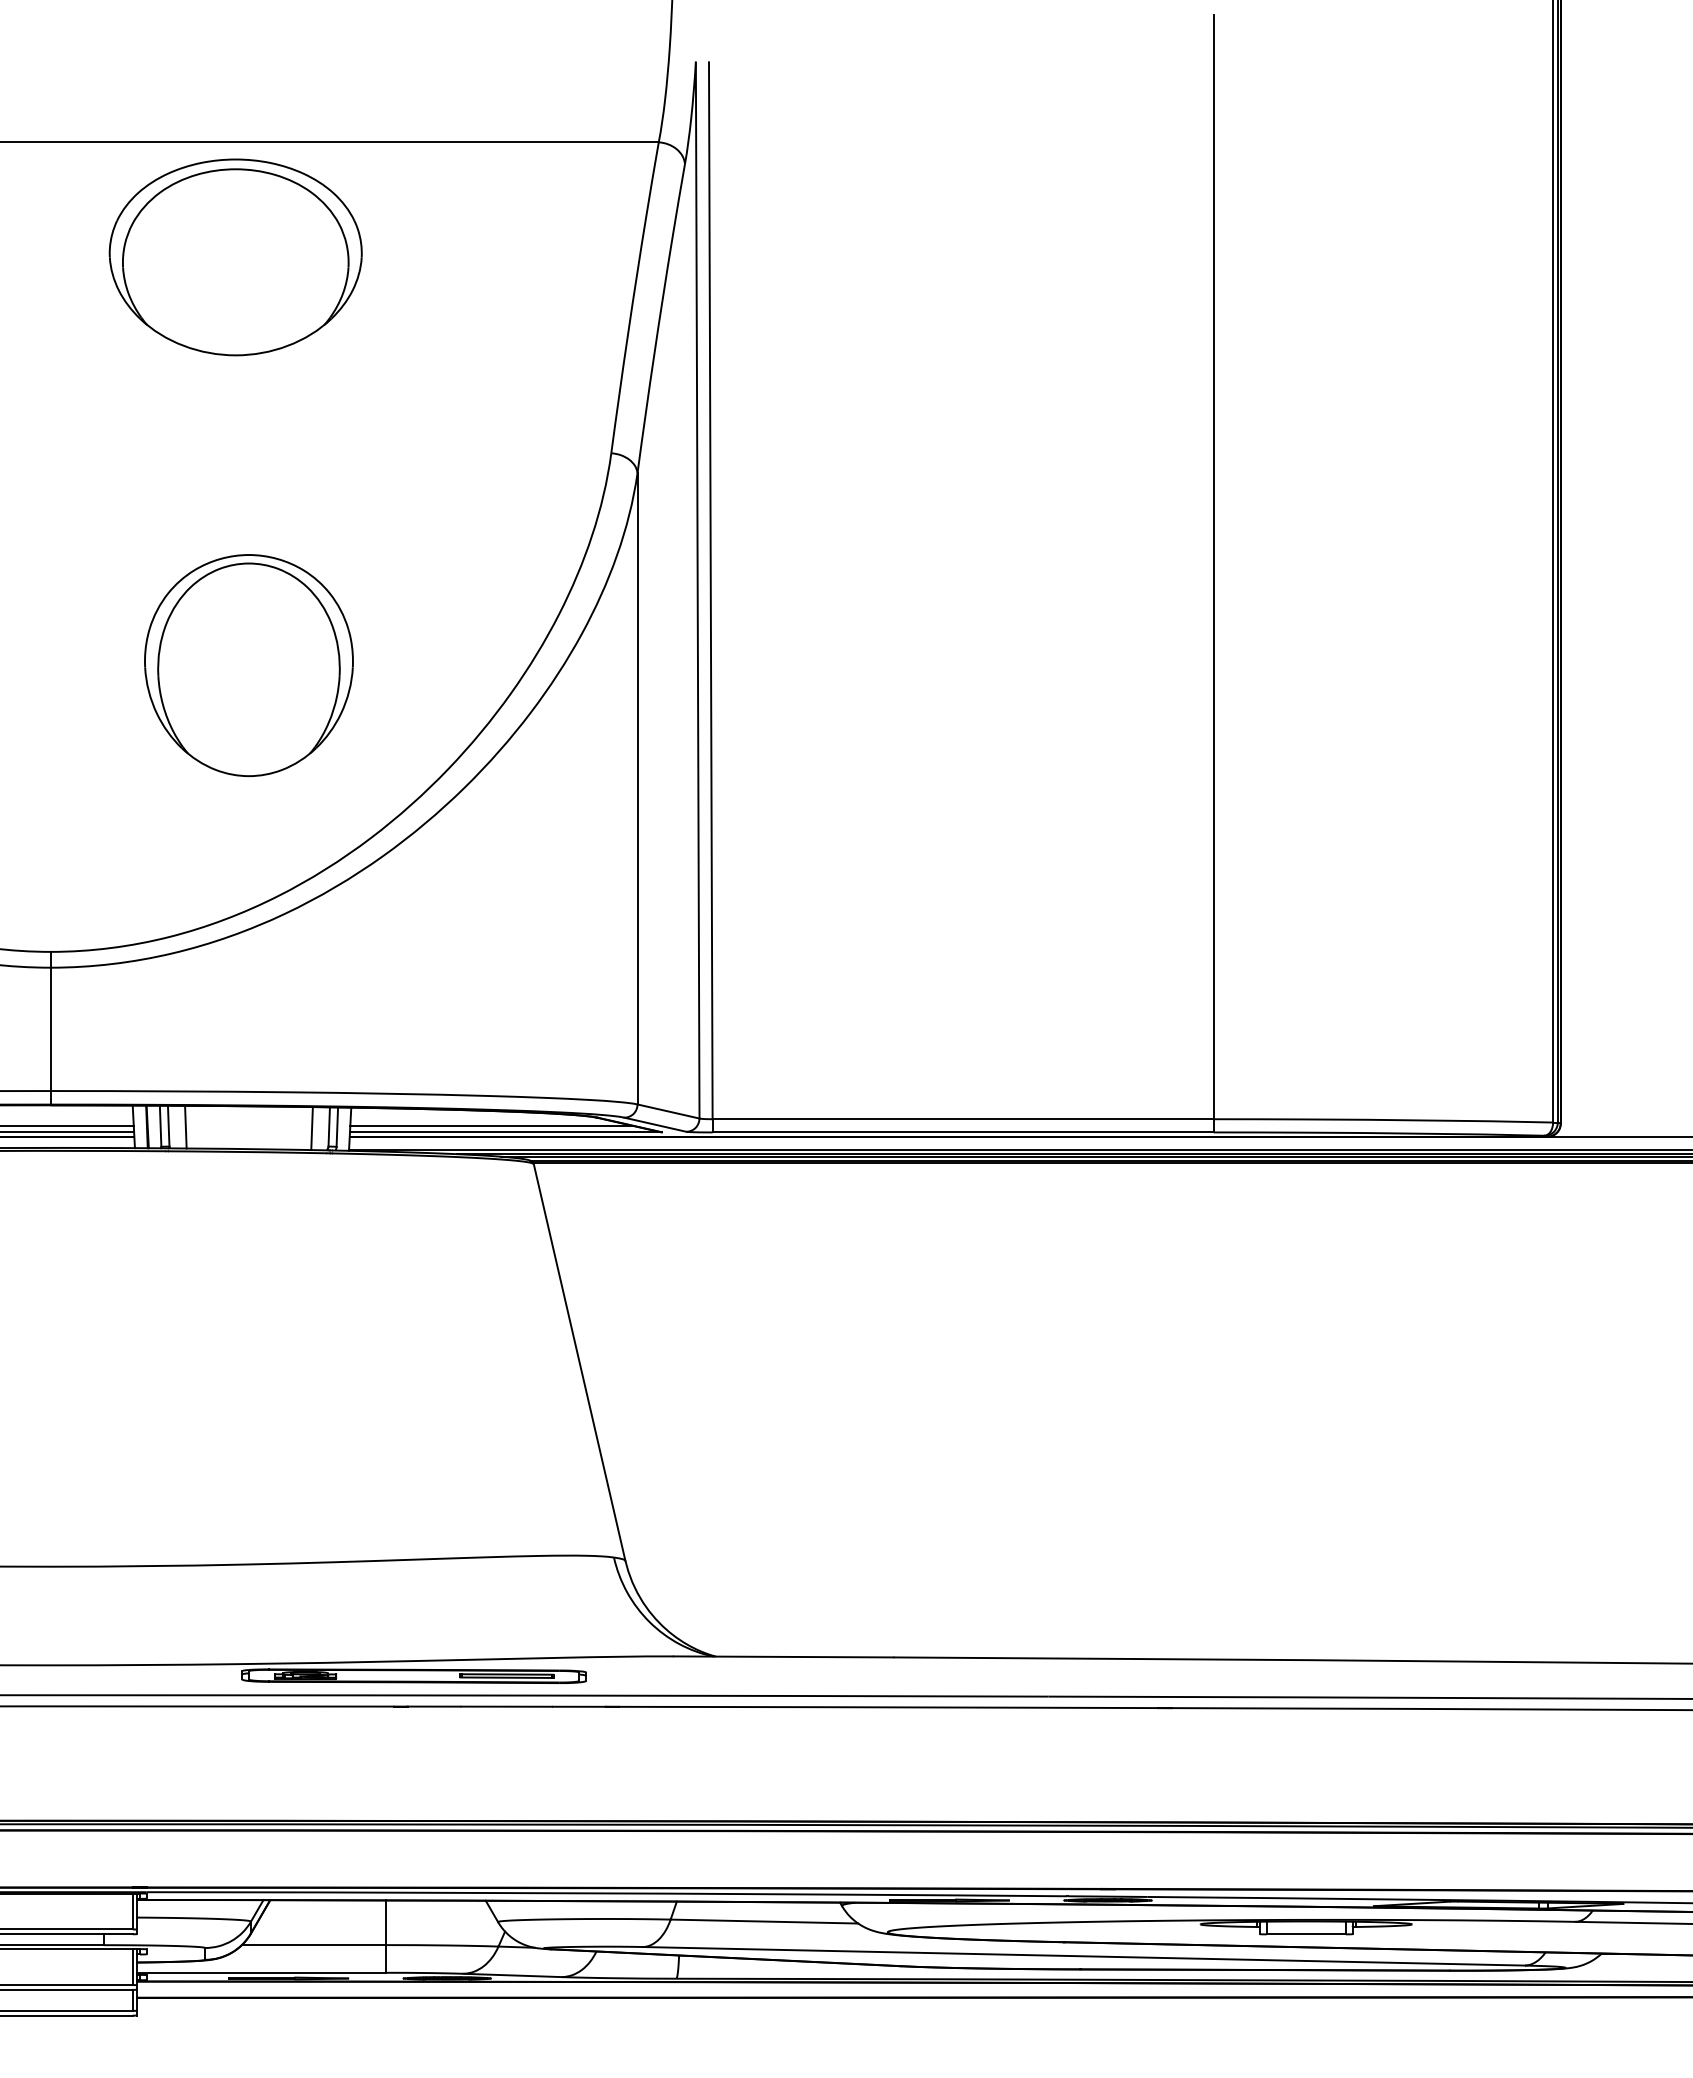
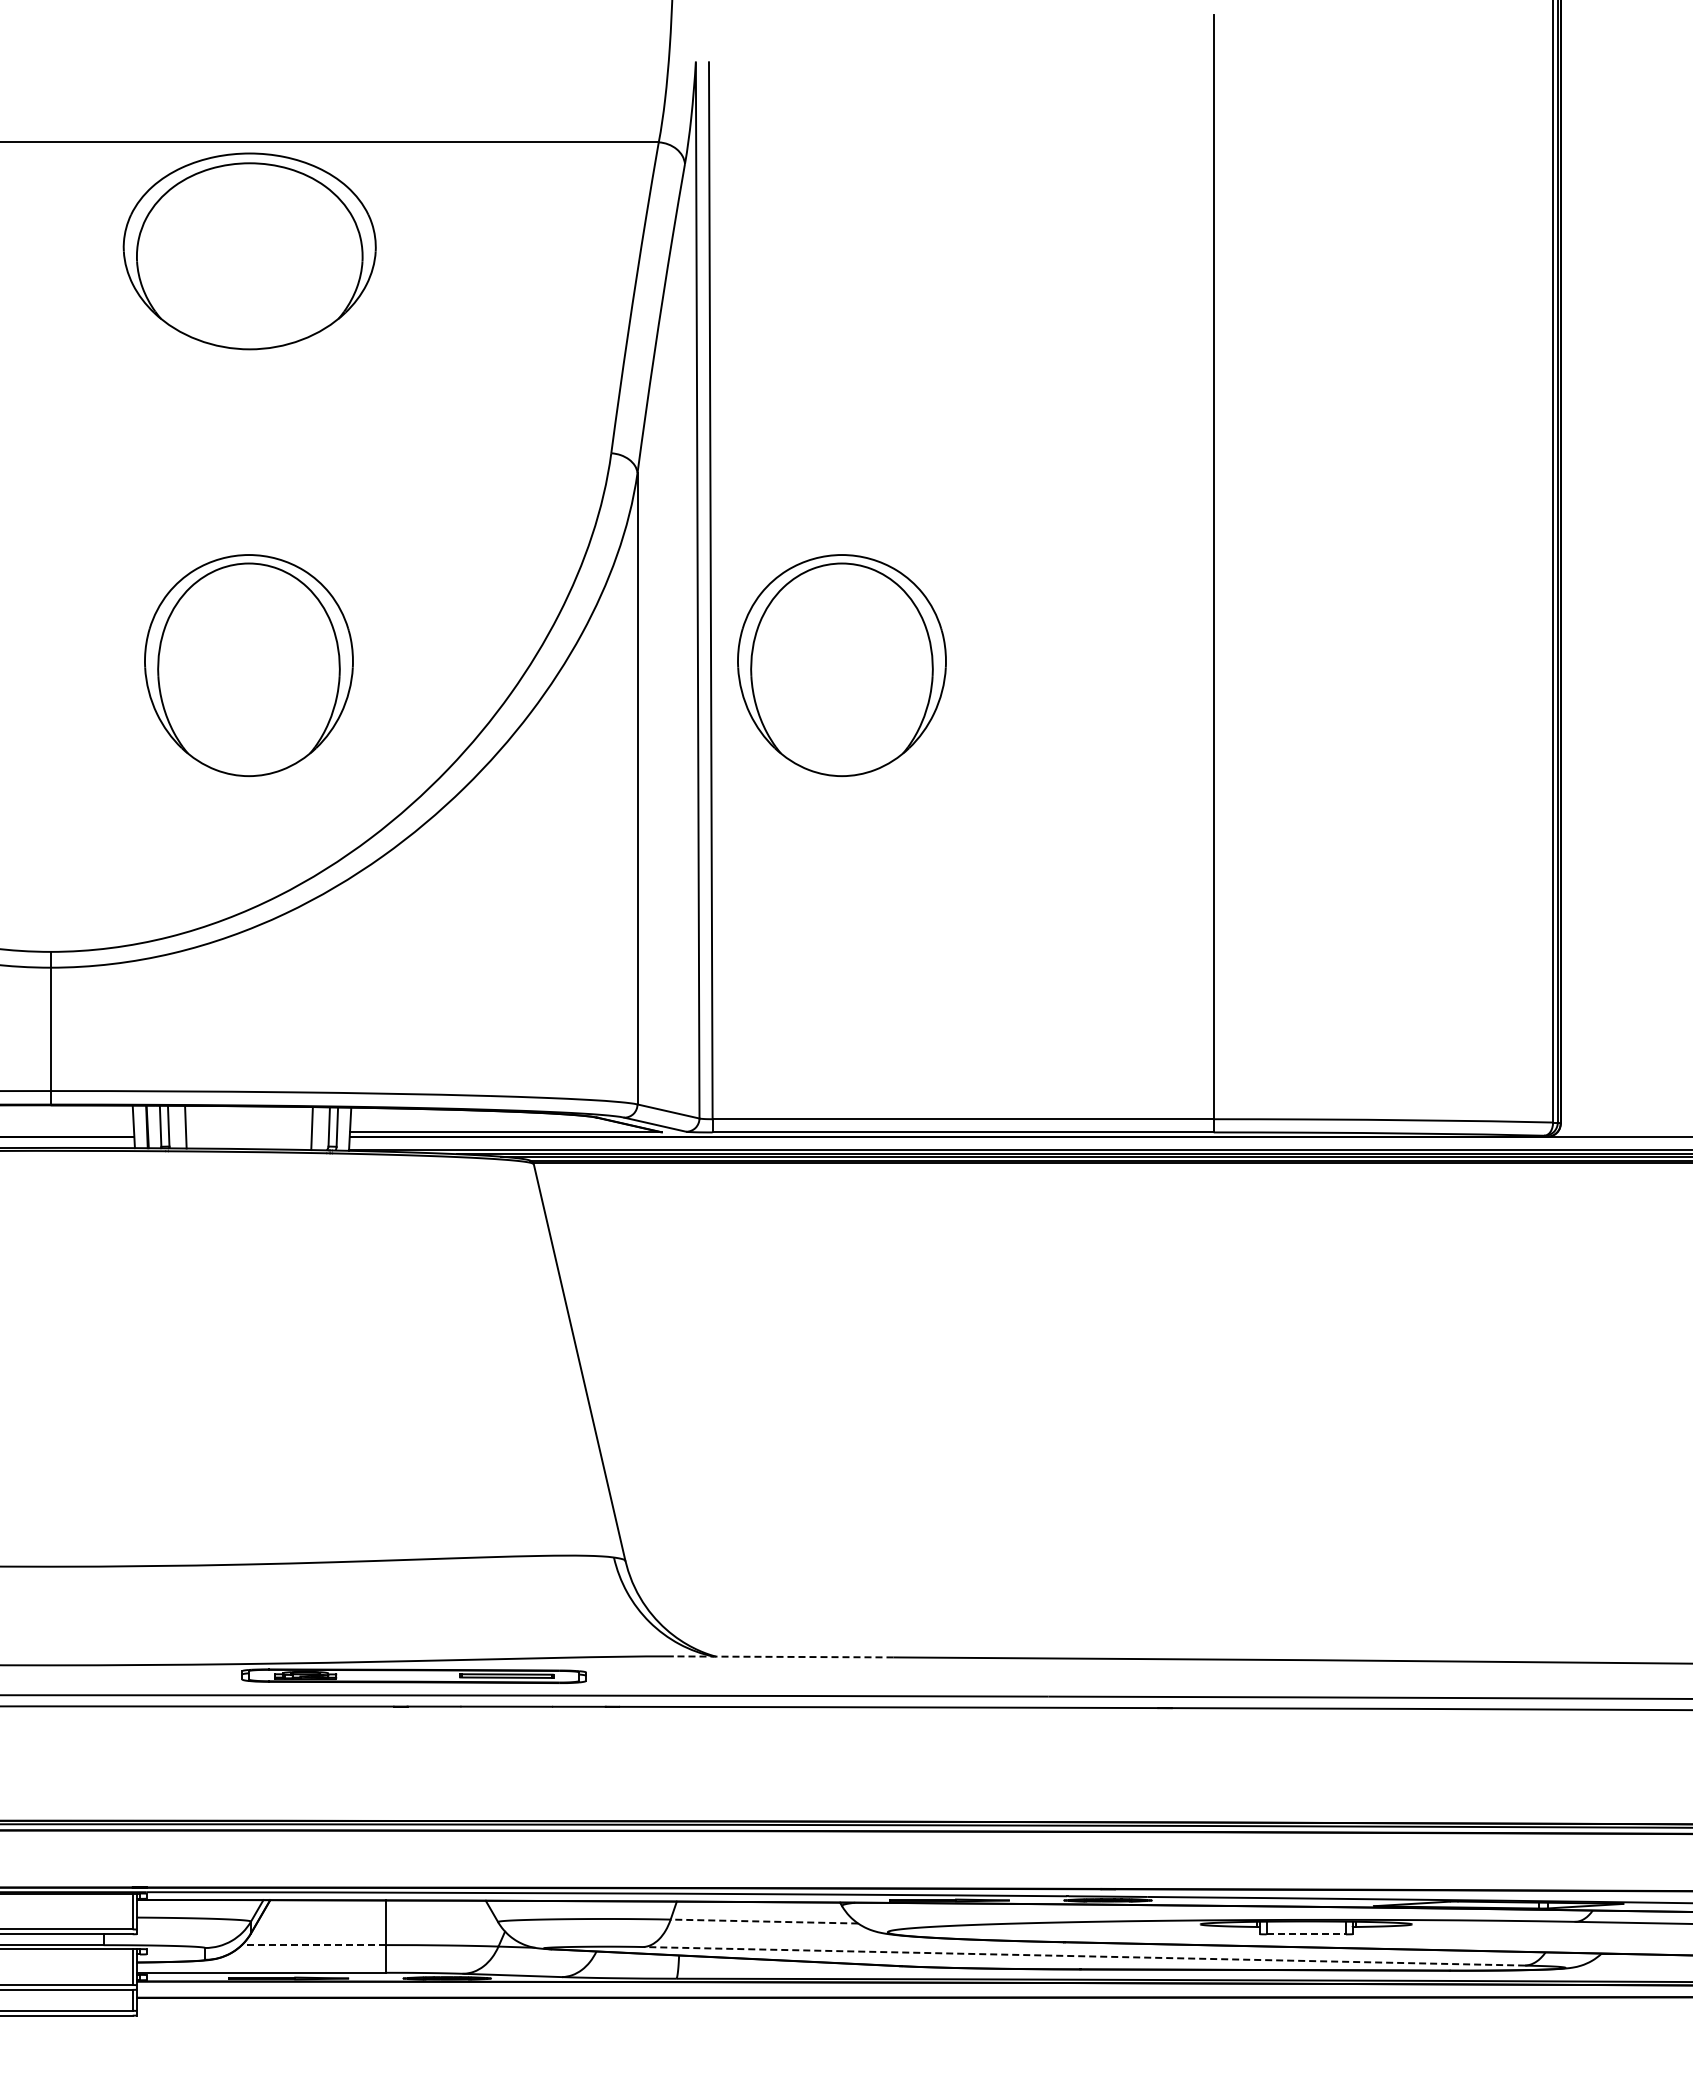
part at (235, 257) position: (235, 257) -> (249, 251)
part at (841, 665): none -> present
line at (67, 1125): present -> none
line at (491, 1125): present -> none
line at (68, 1132): present -> none
line at (783, 1656): solid -> dashed
line at (764, 1921): solid -> dashed
line at (1306, 1934): solid -> dashed
line at (313, 1945): solid -> dashed
line at (1083, 1956): solid -> dashed
